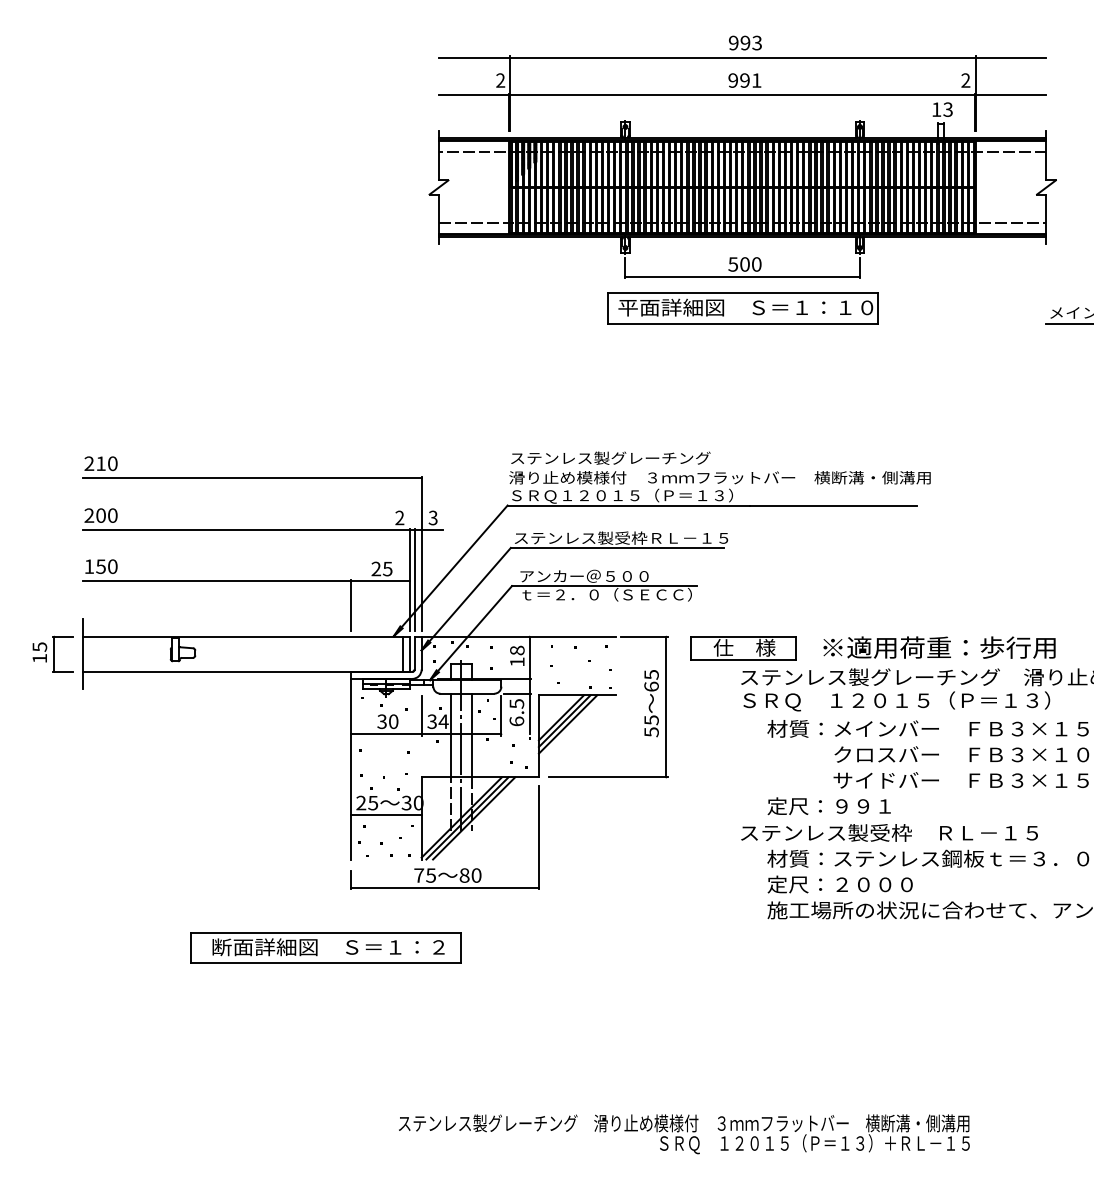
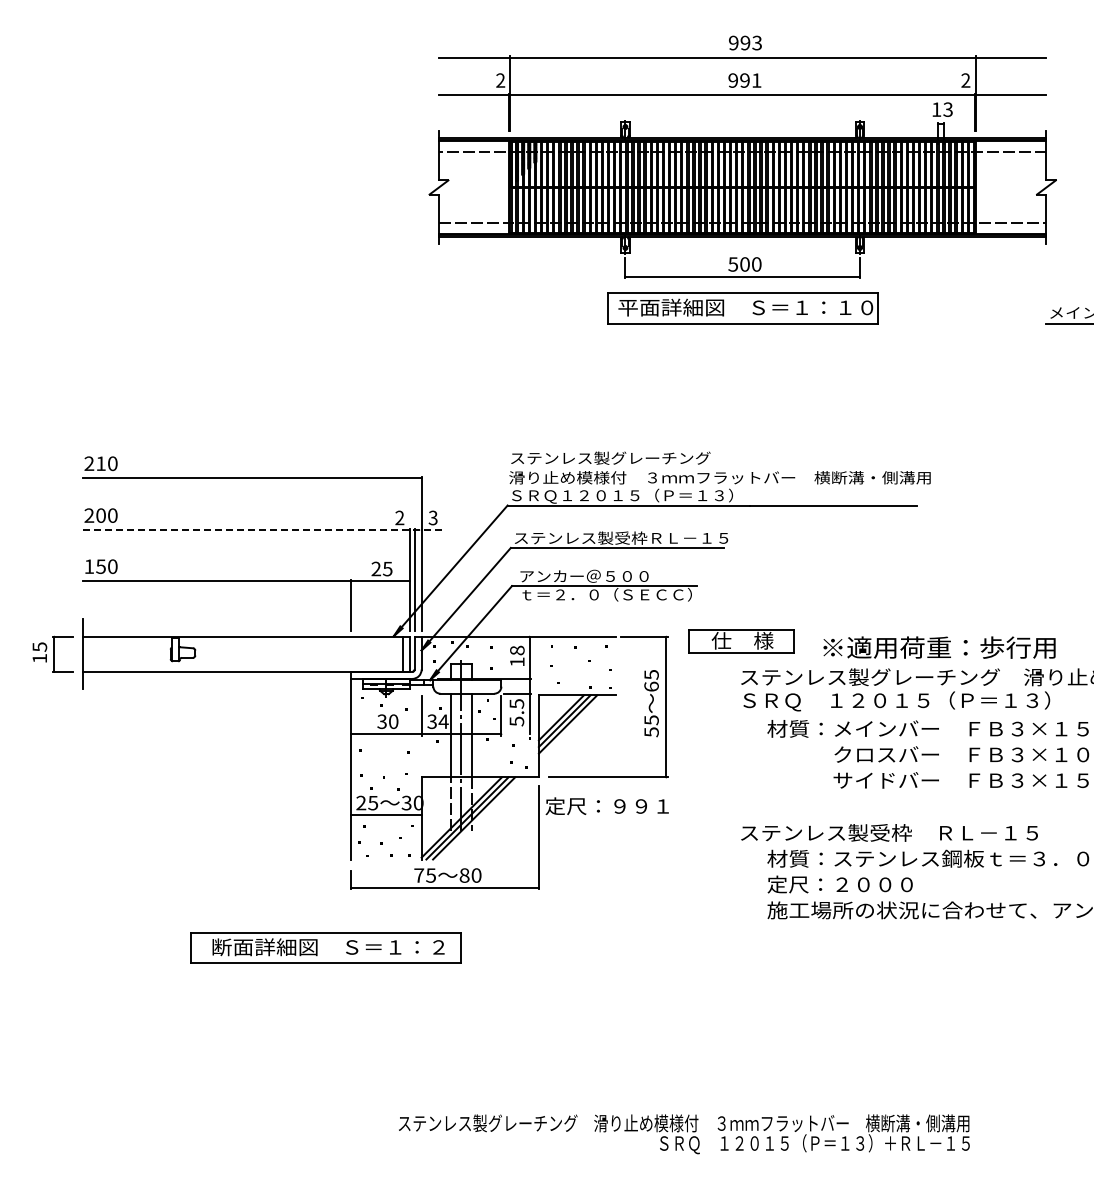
line at (263, 530): solid -> dashed
part at (743, 648) position: (743, 648) -> (741, 641)
text at (516, 721): 6.5 -> 5.5
text at (828, 806) position: (828, 806) -> (606, 806)
